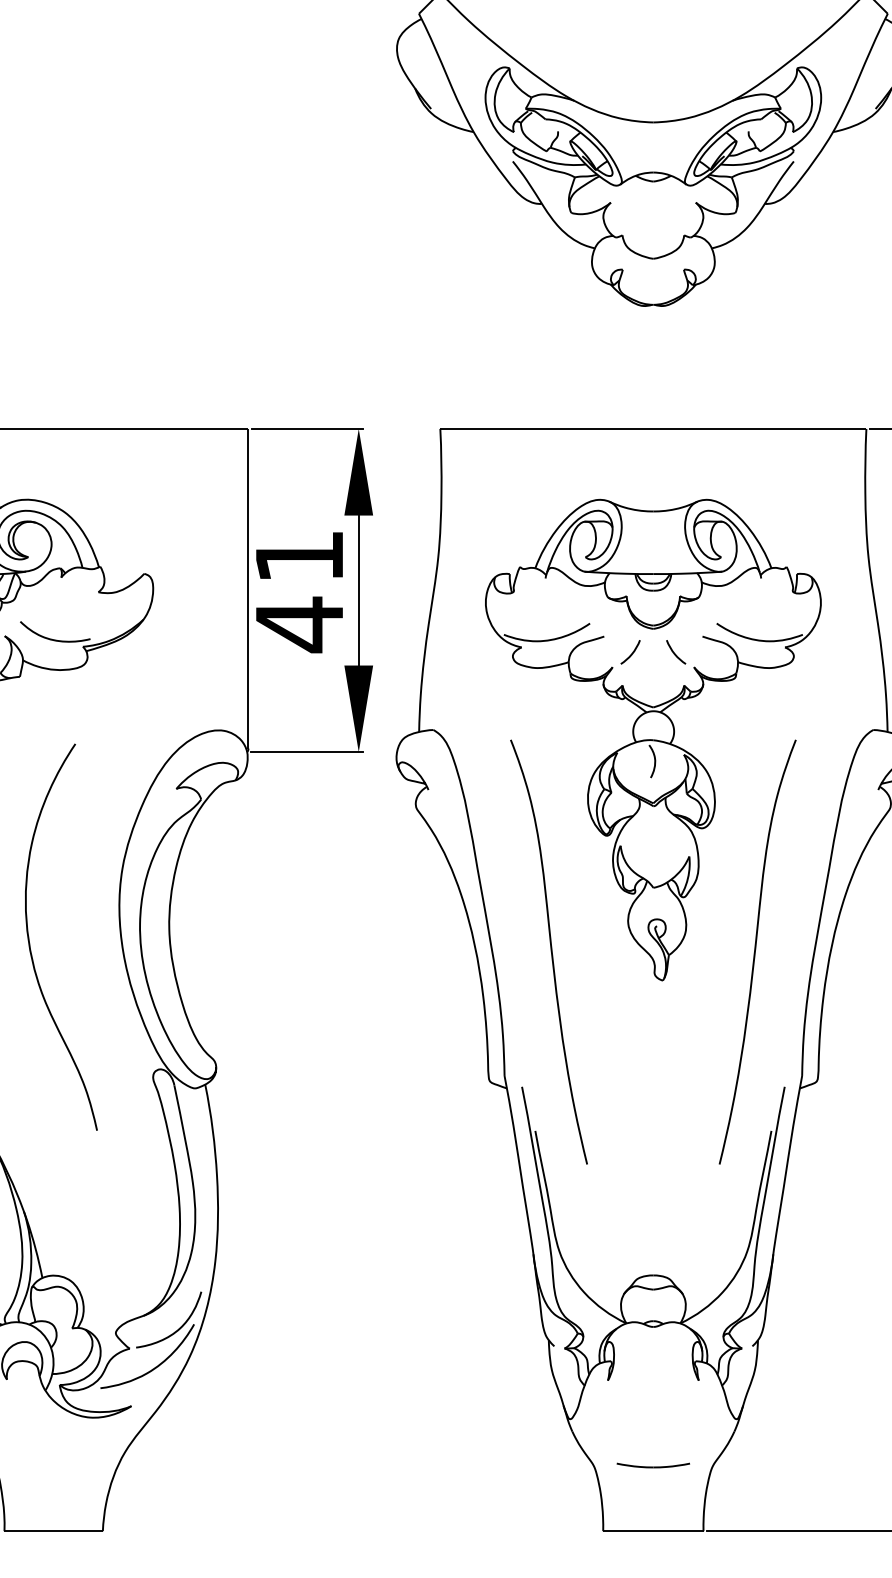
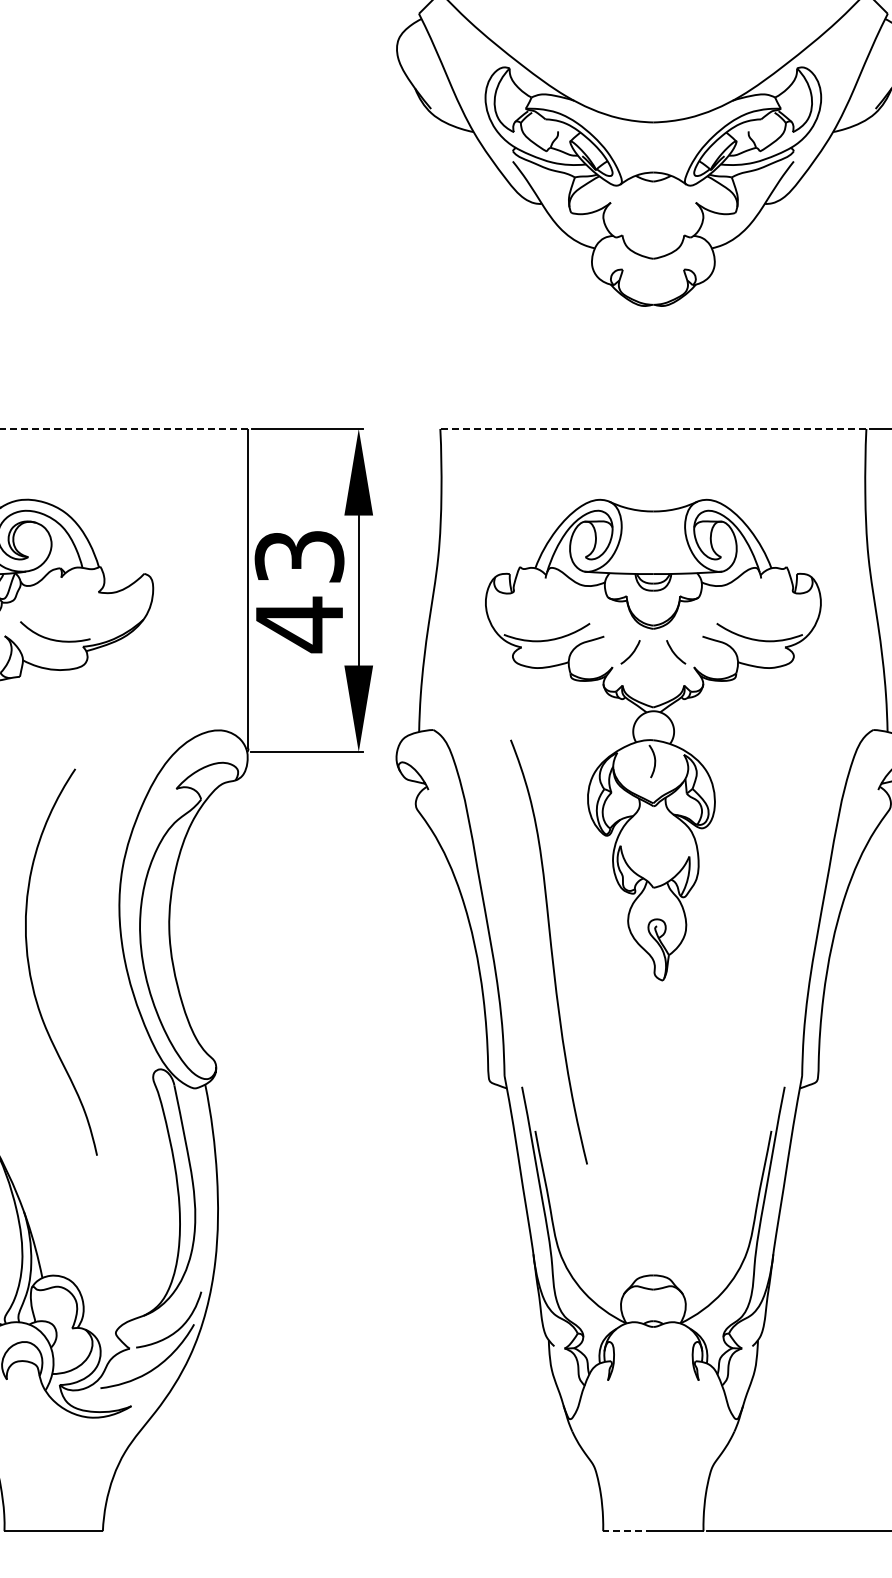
line at (124, 428): solid -> dashed
line at (652, 428): solid -> dashed
text at (299, 556): 41 -> 43
curve at (30, 943) position: (30, 943) -> (30, 968)
curve at (755, 951): present -> none
part at (652, 1465): present -> none
line at (627, 1531): solid -> dashed
